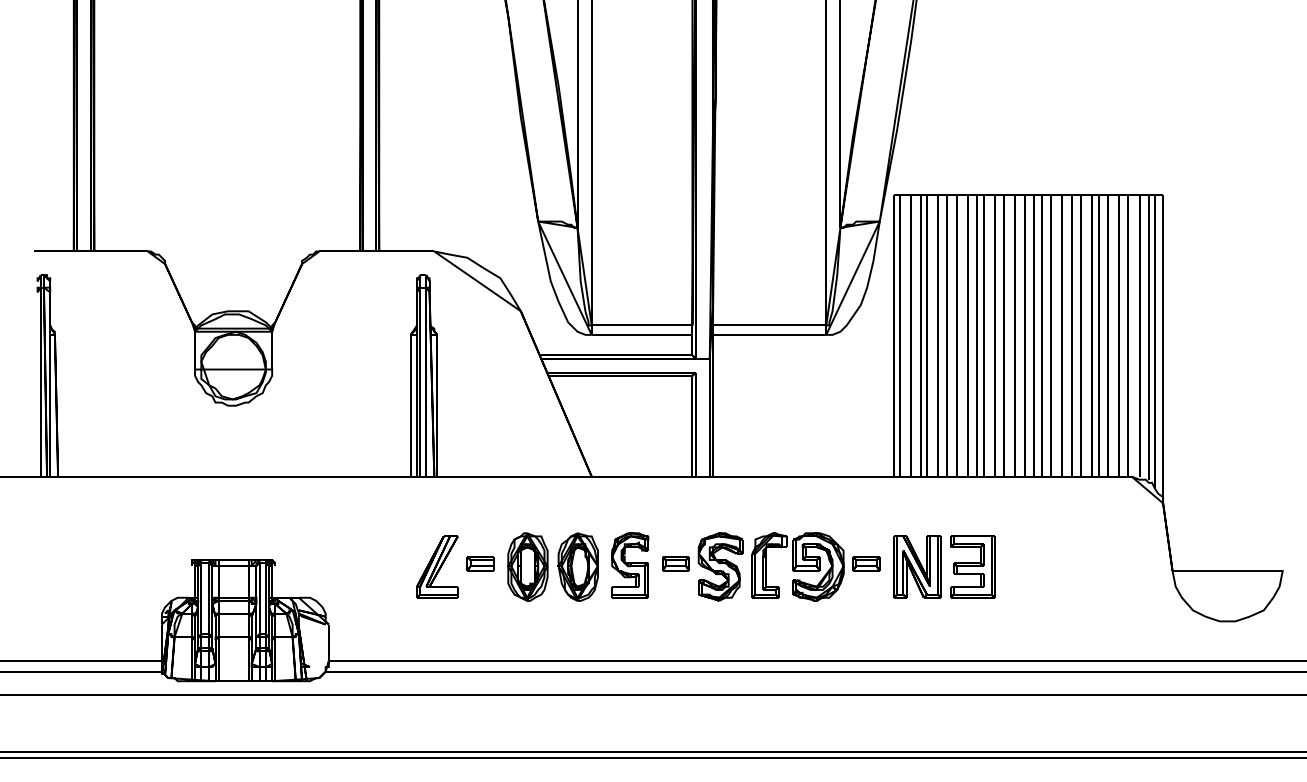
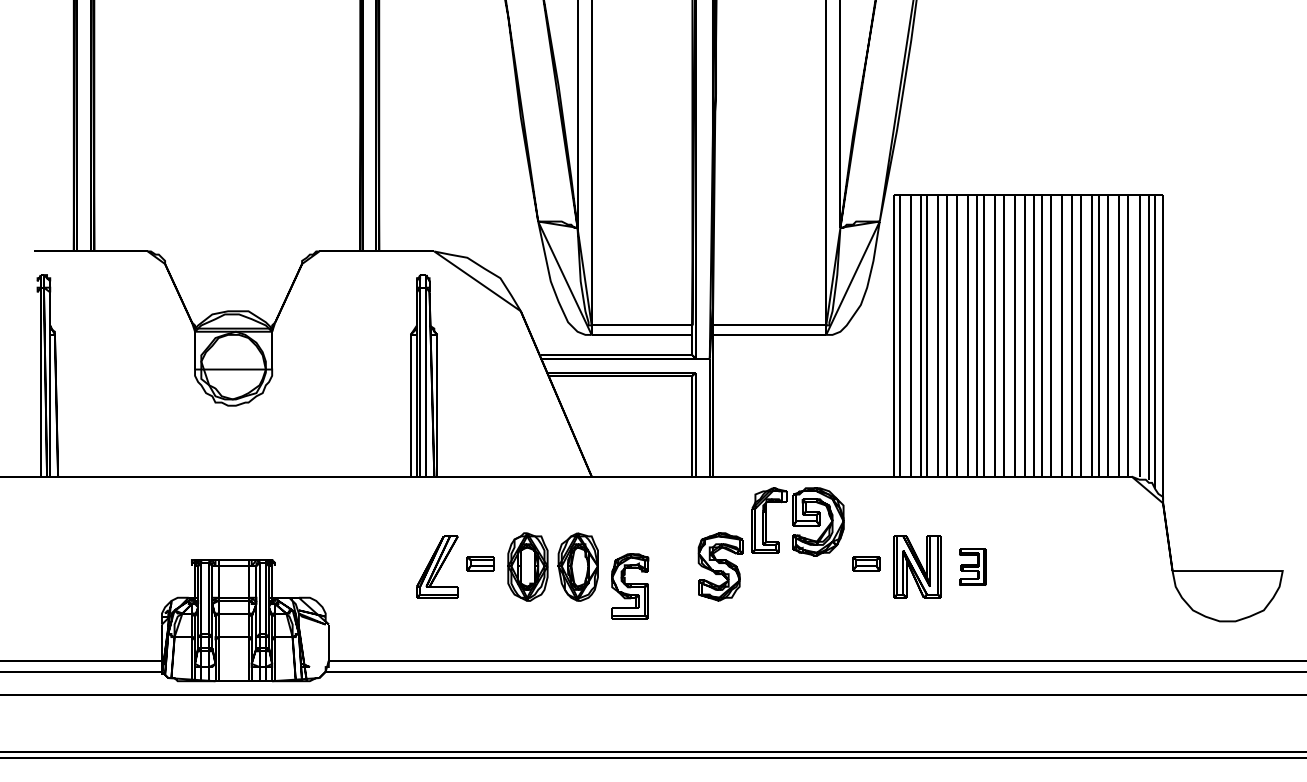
part at (675, 563): present -> none
part at (630, 565) position: (630, 565) -> (630, 586)
part at (797, 566) position: (797, 566) -> (797, 521)
part at (972, 566) size: 46x64 px -> 28x38 px
